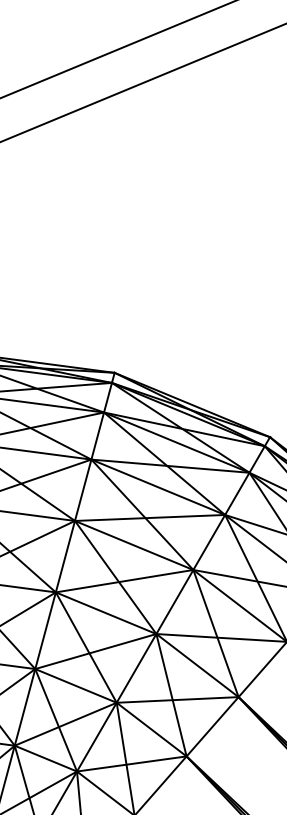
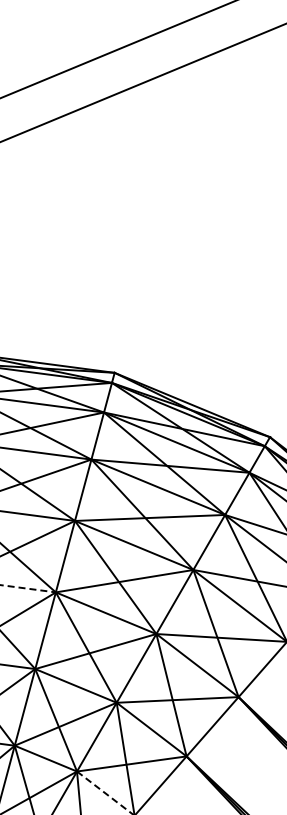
line at (28, 588): solid -> dashed
line at (105, 793): solid -> dashed
